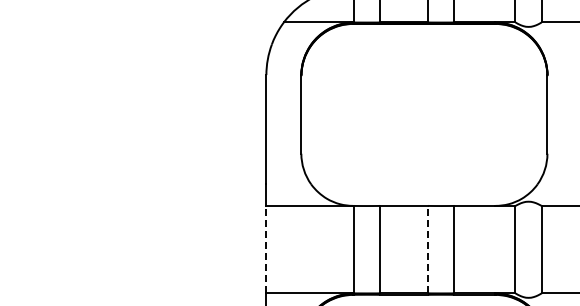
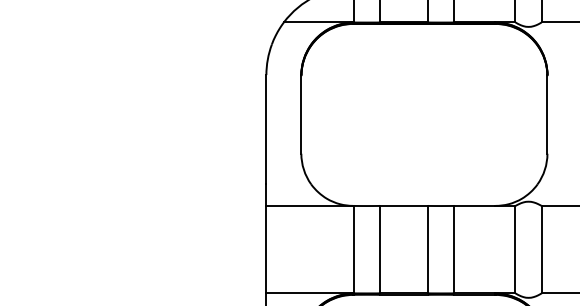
line at (266, 249): dashed -> solid
line at (428, 249): dashed -> solid
